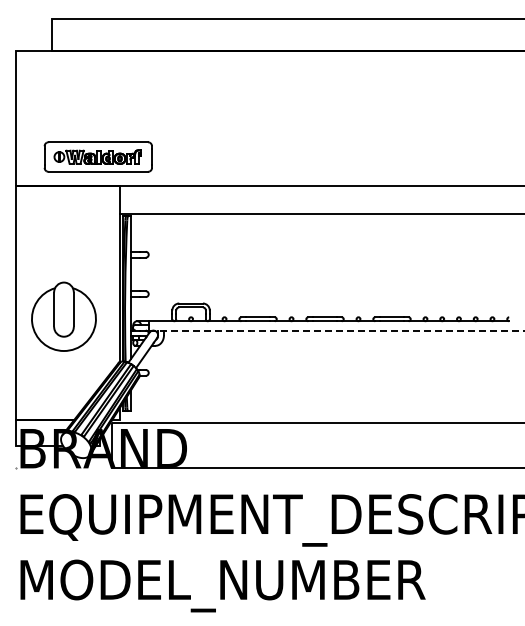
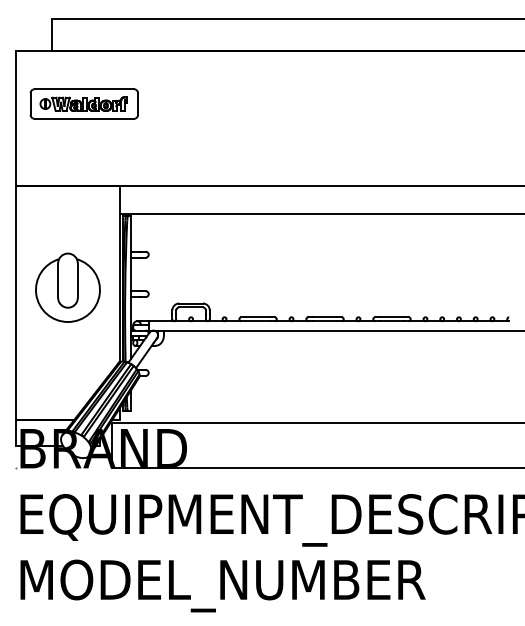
part at (97, 156) position: (97, 156) -> (83, 103)
part at (63, 316) position: (63, 316) -> (67, 287)
line at (336, 330): dashed -> solid
